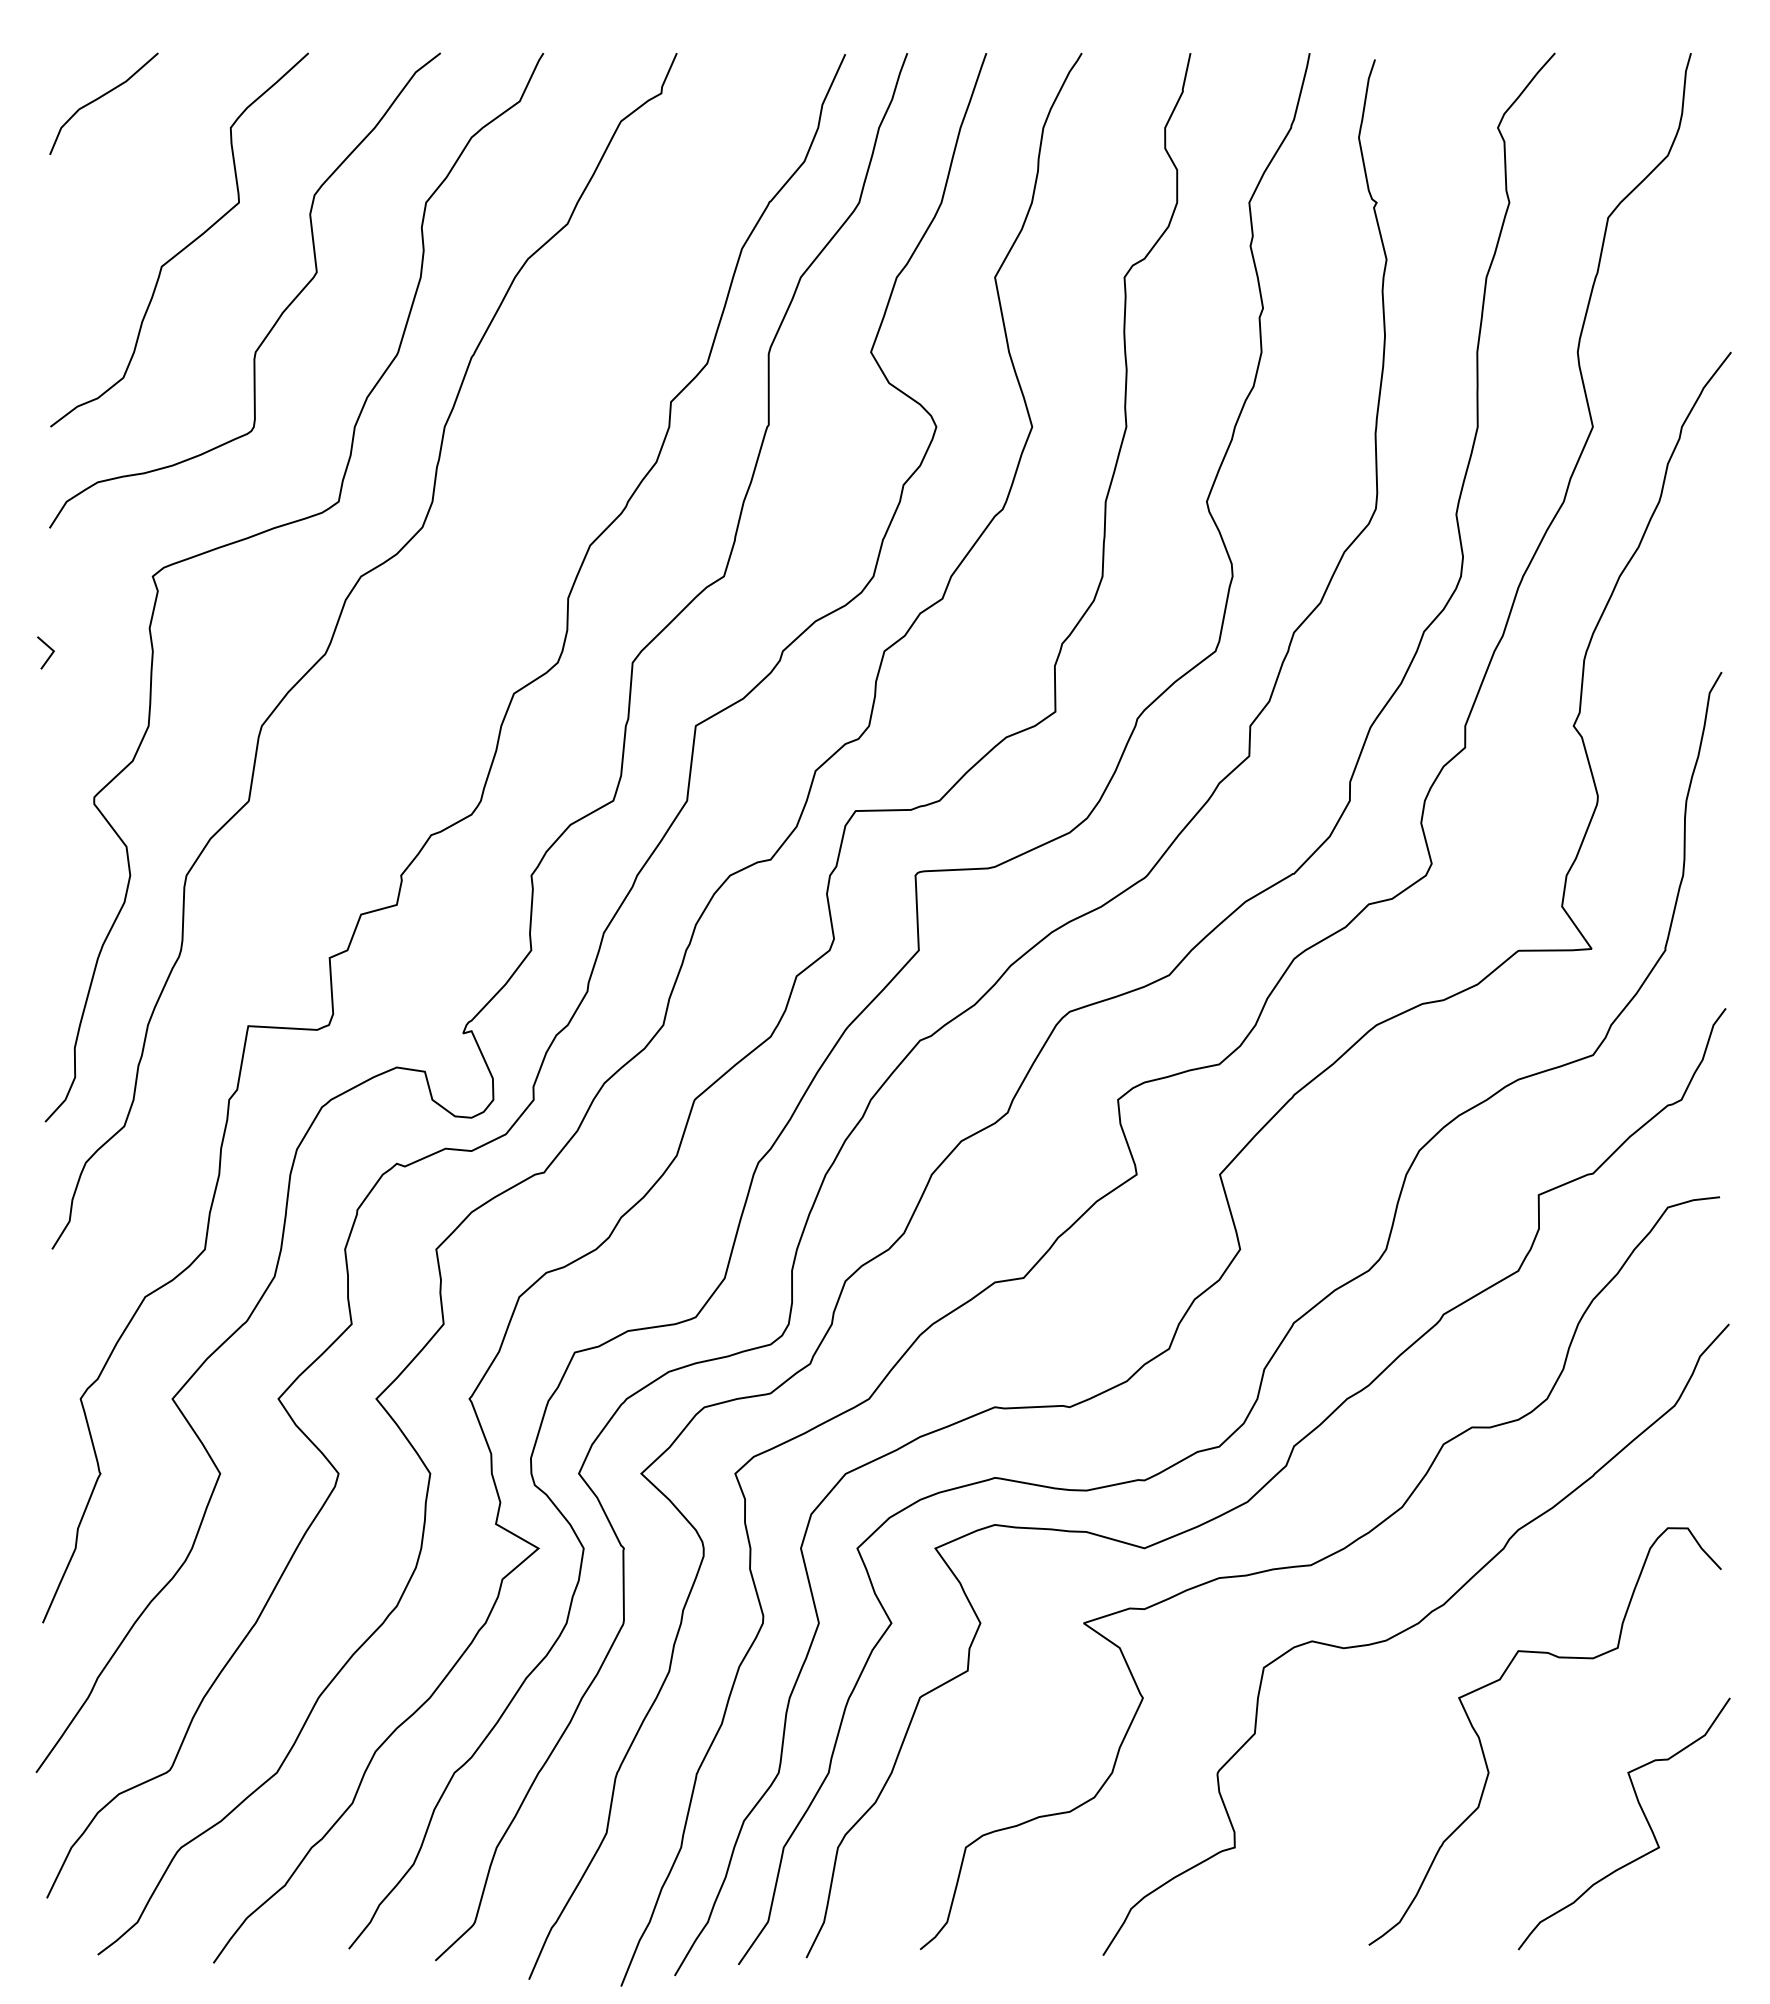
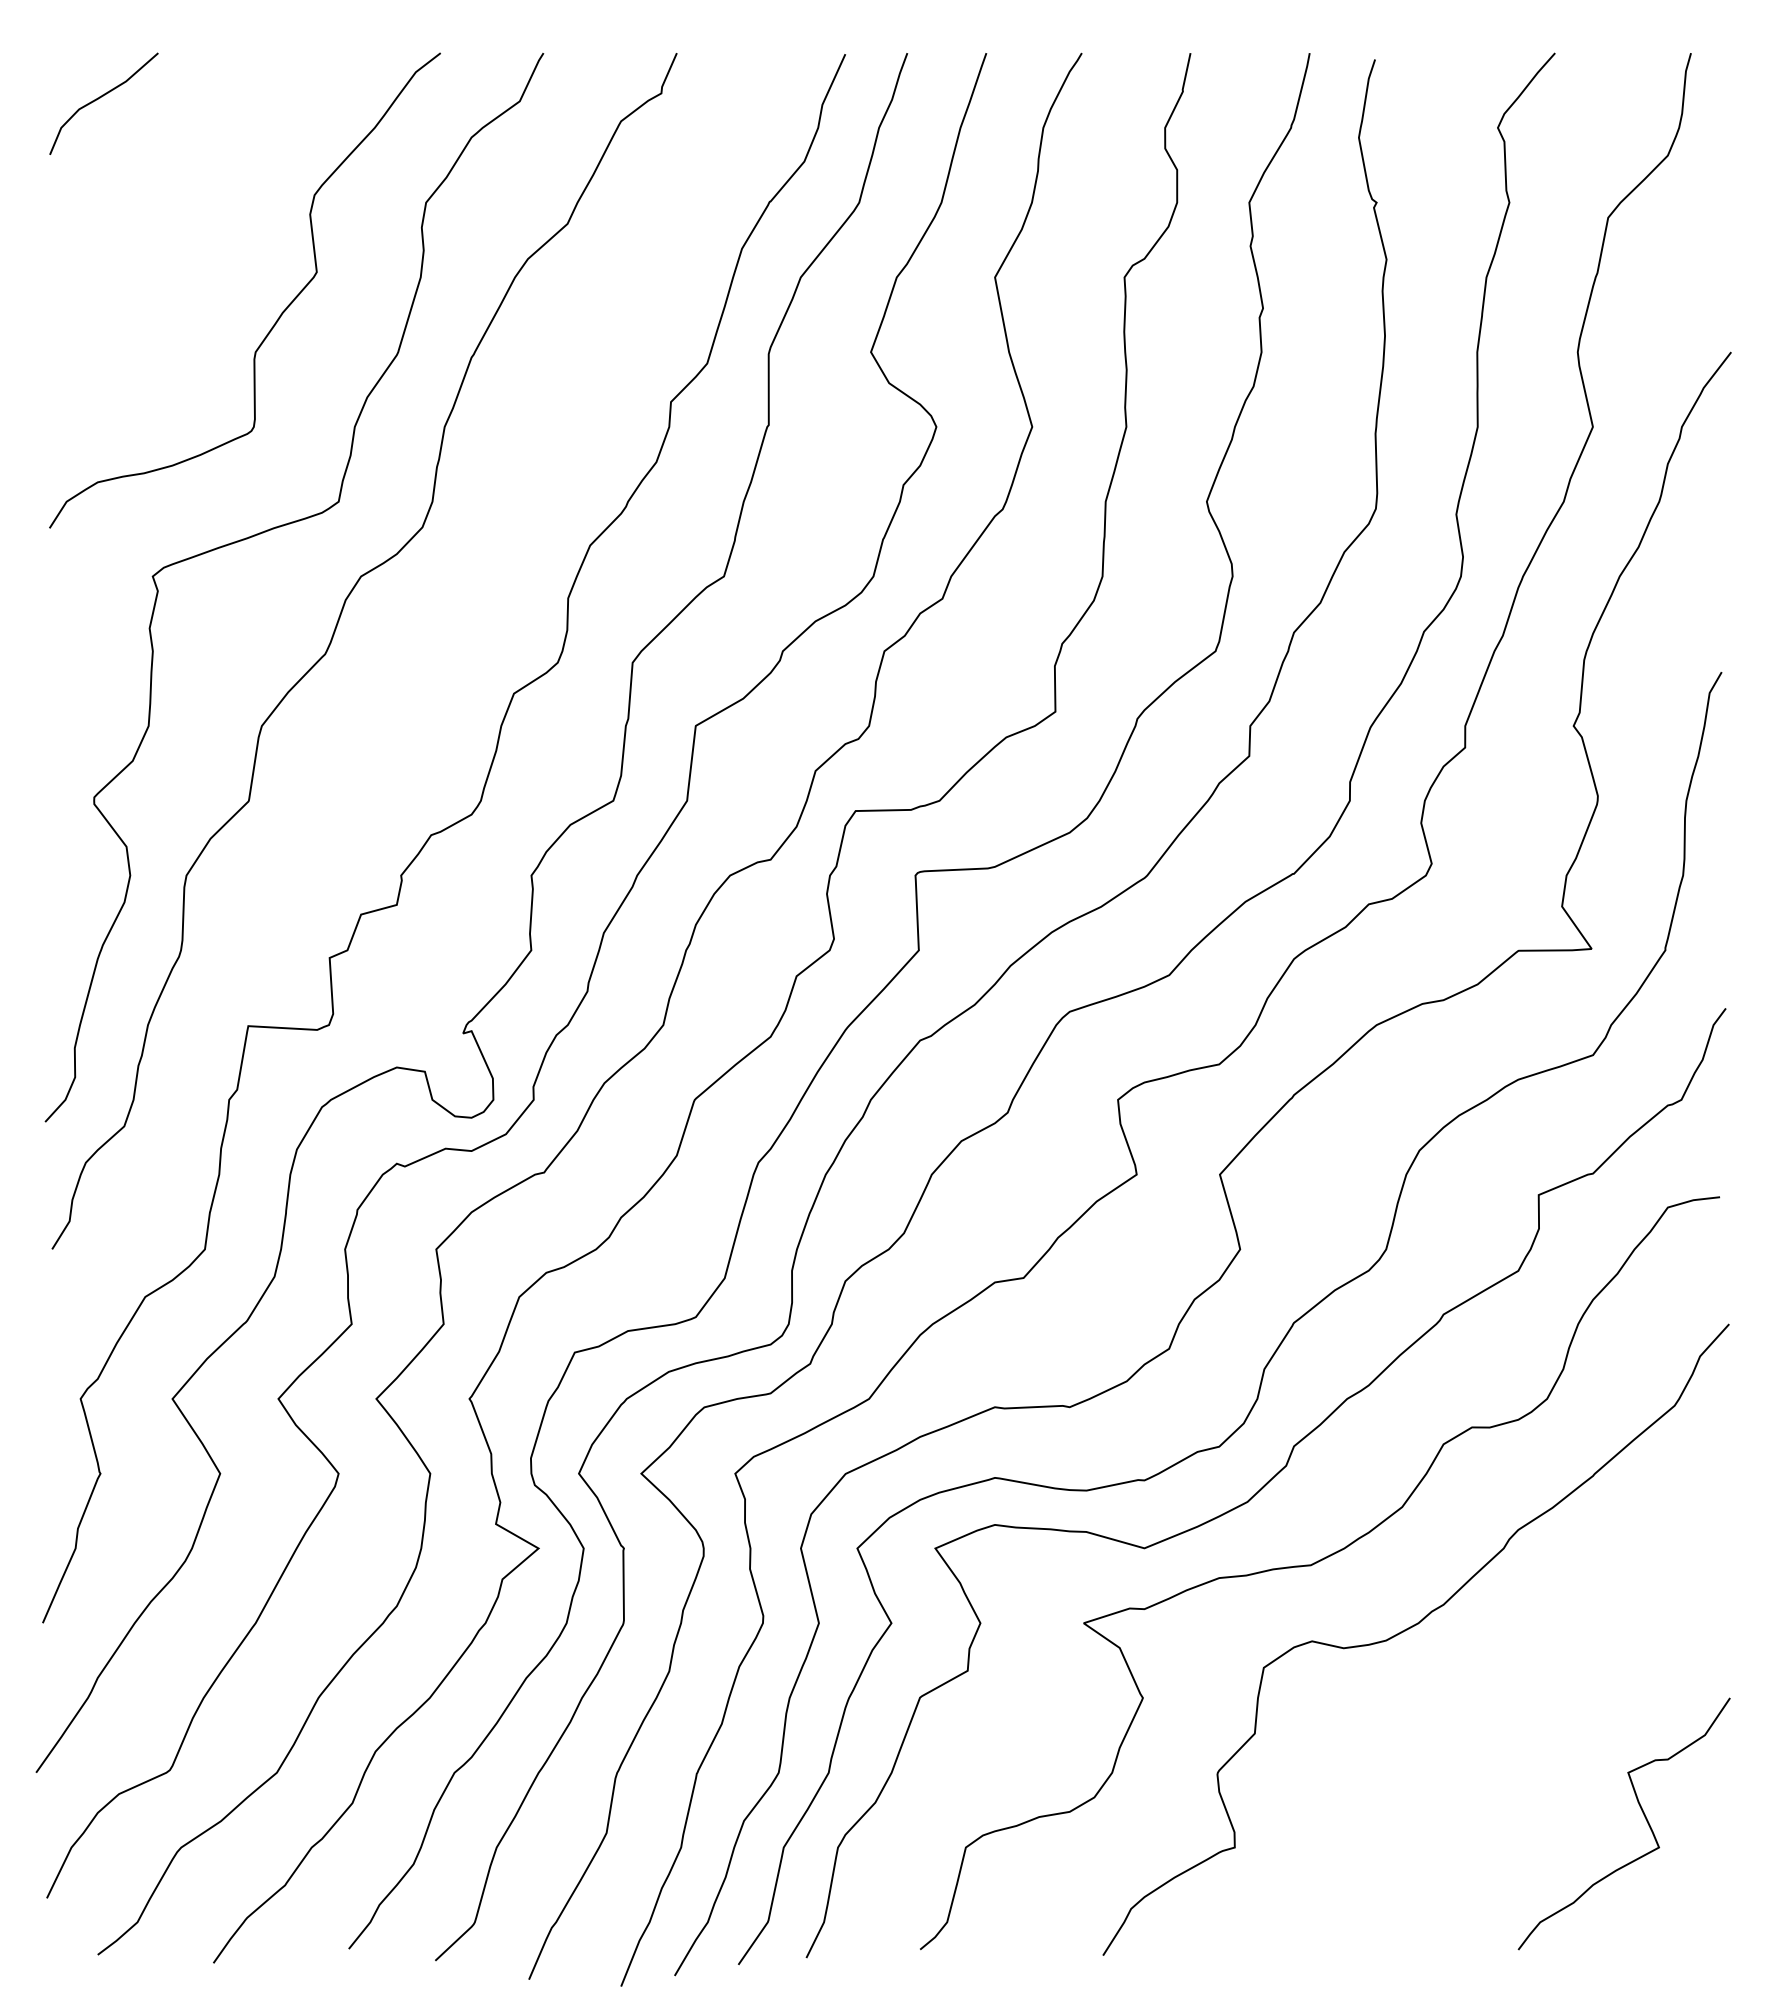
curve at (186, 245): present -> none
line at (49, 655): present -> none
curve at (1485, 1756): present -> none
